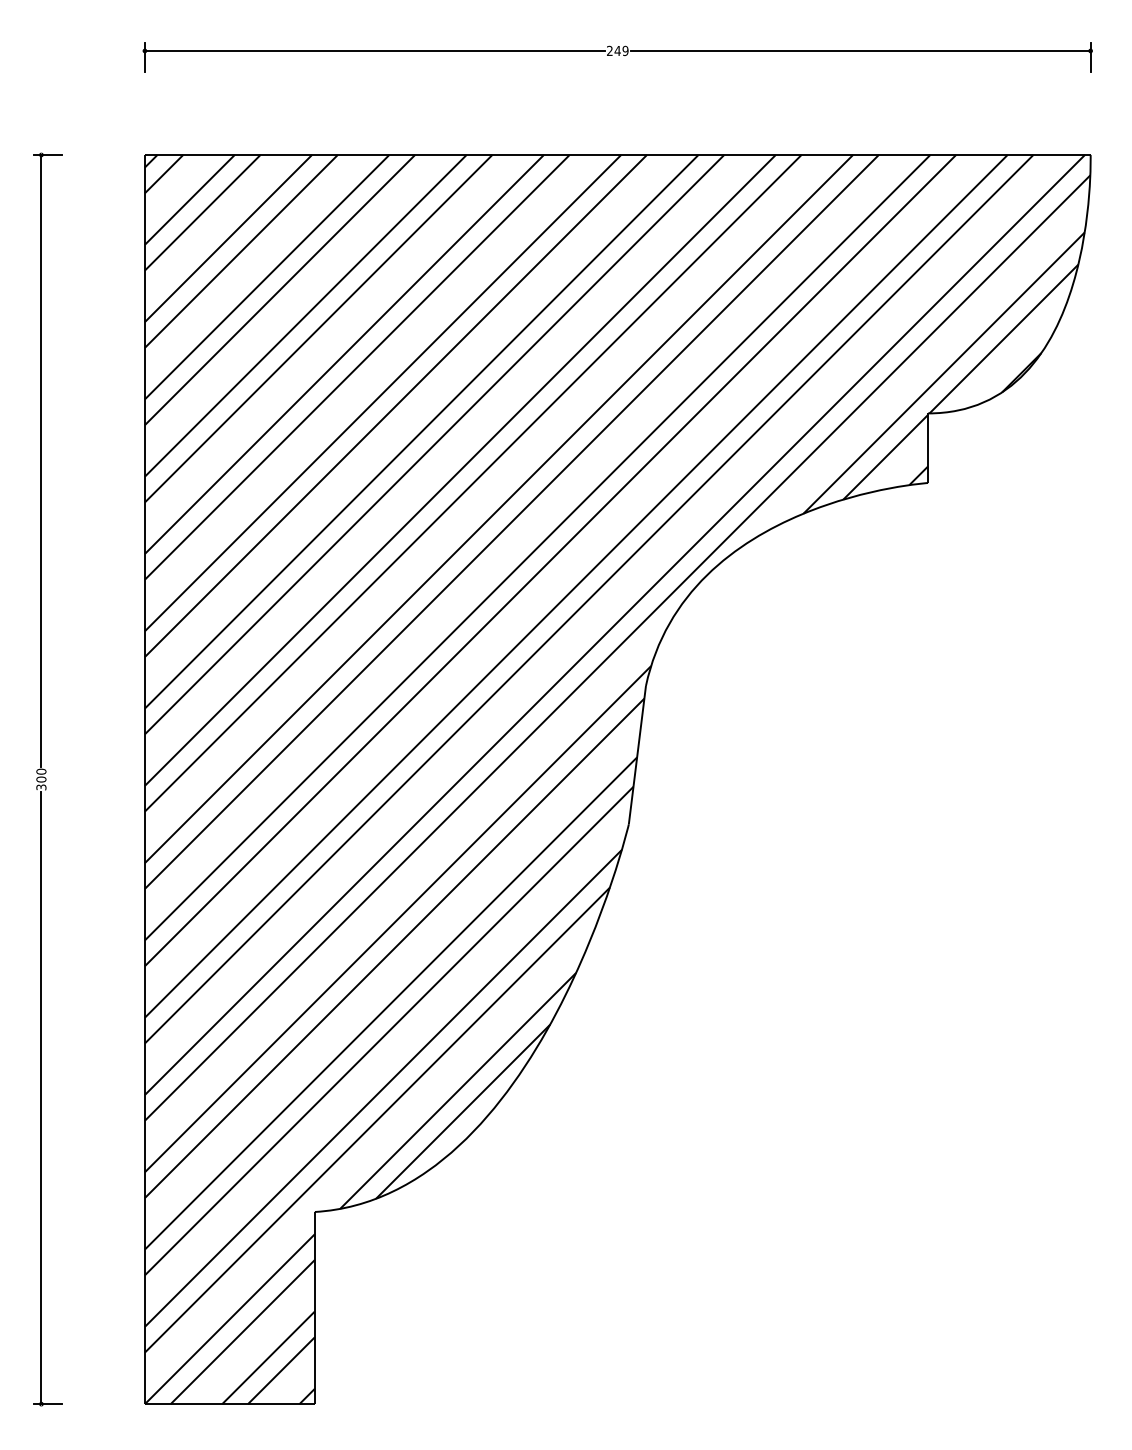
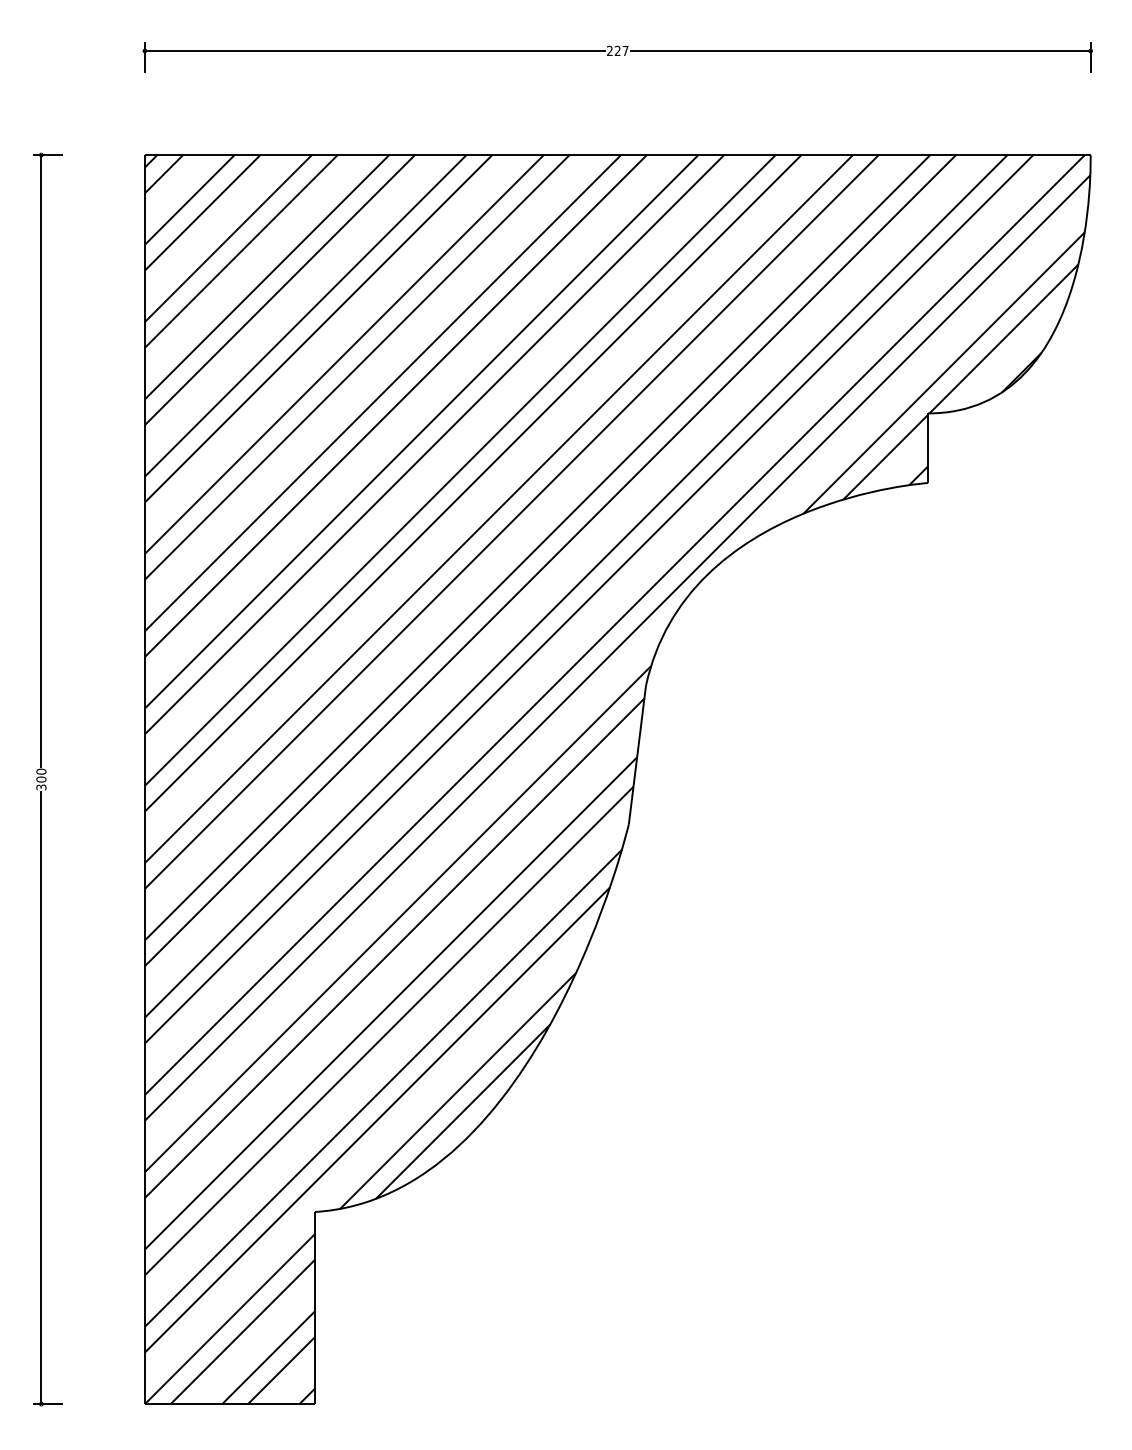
text at (621, 50): 249 -> 227
